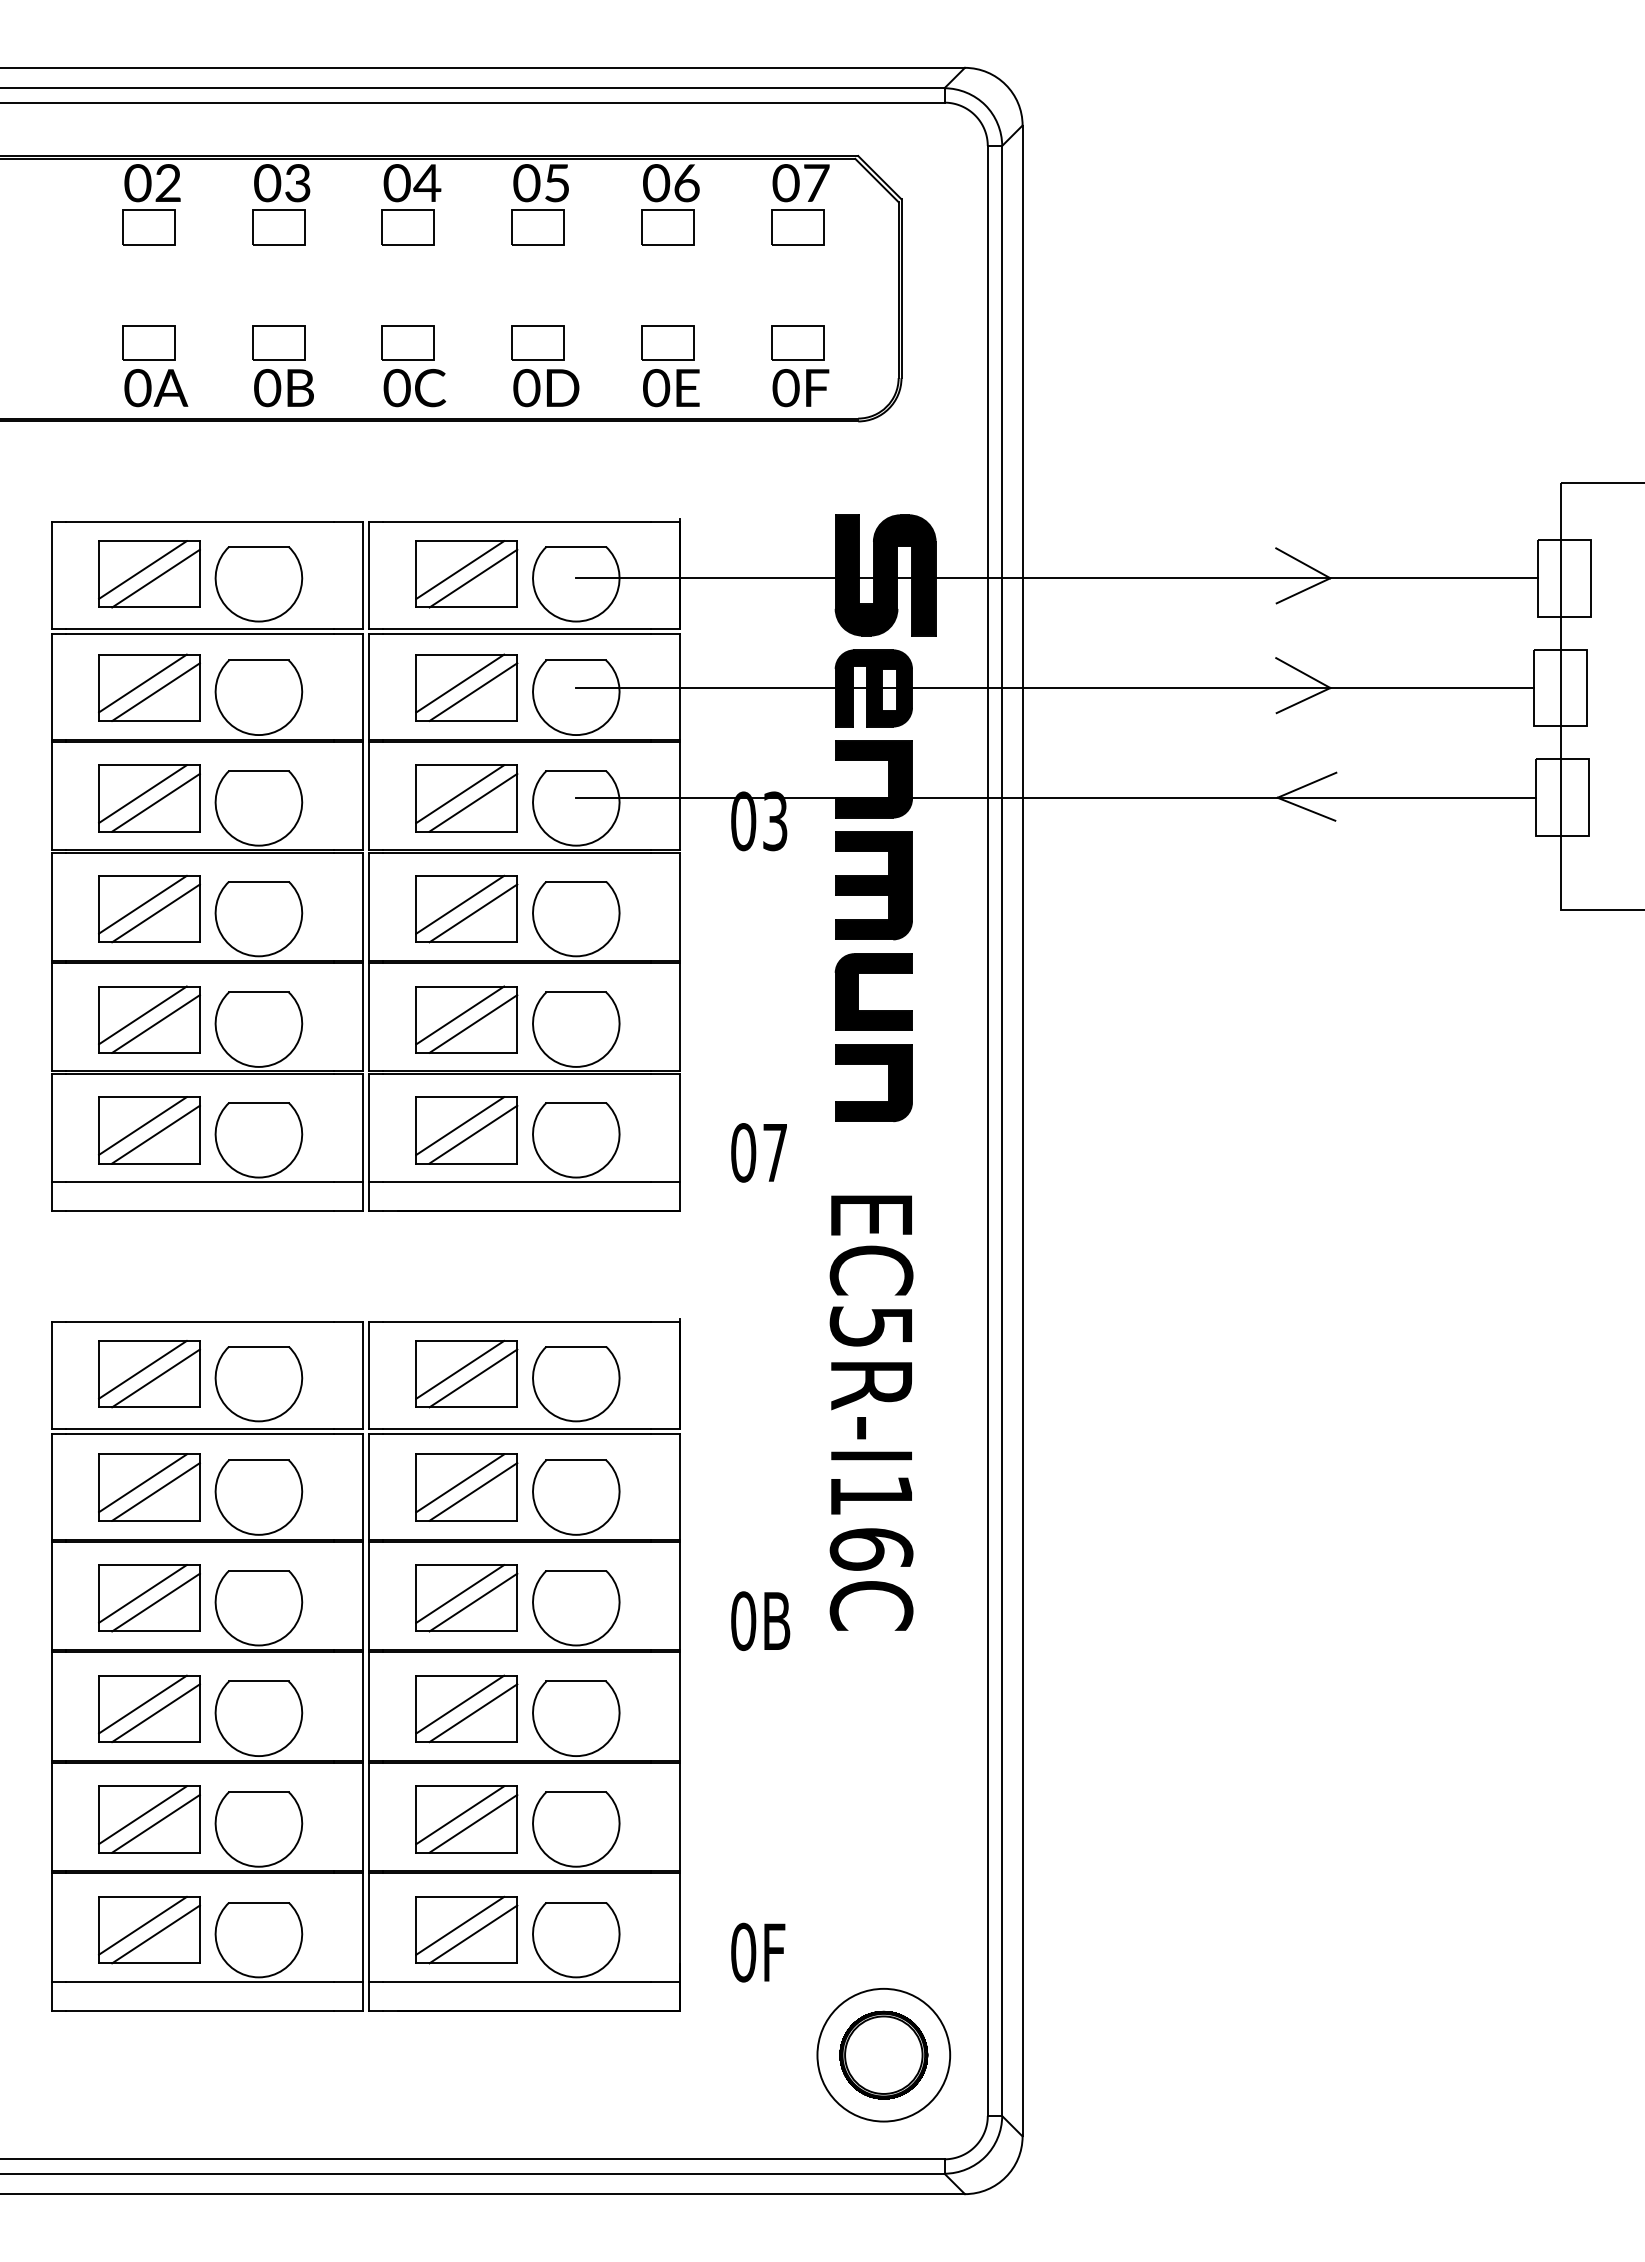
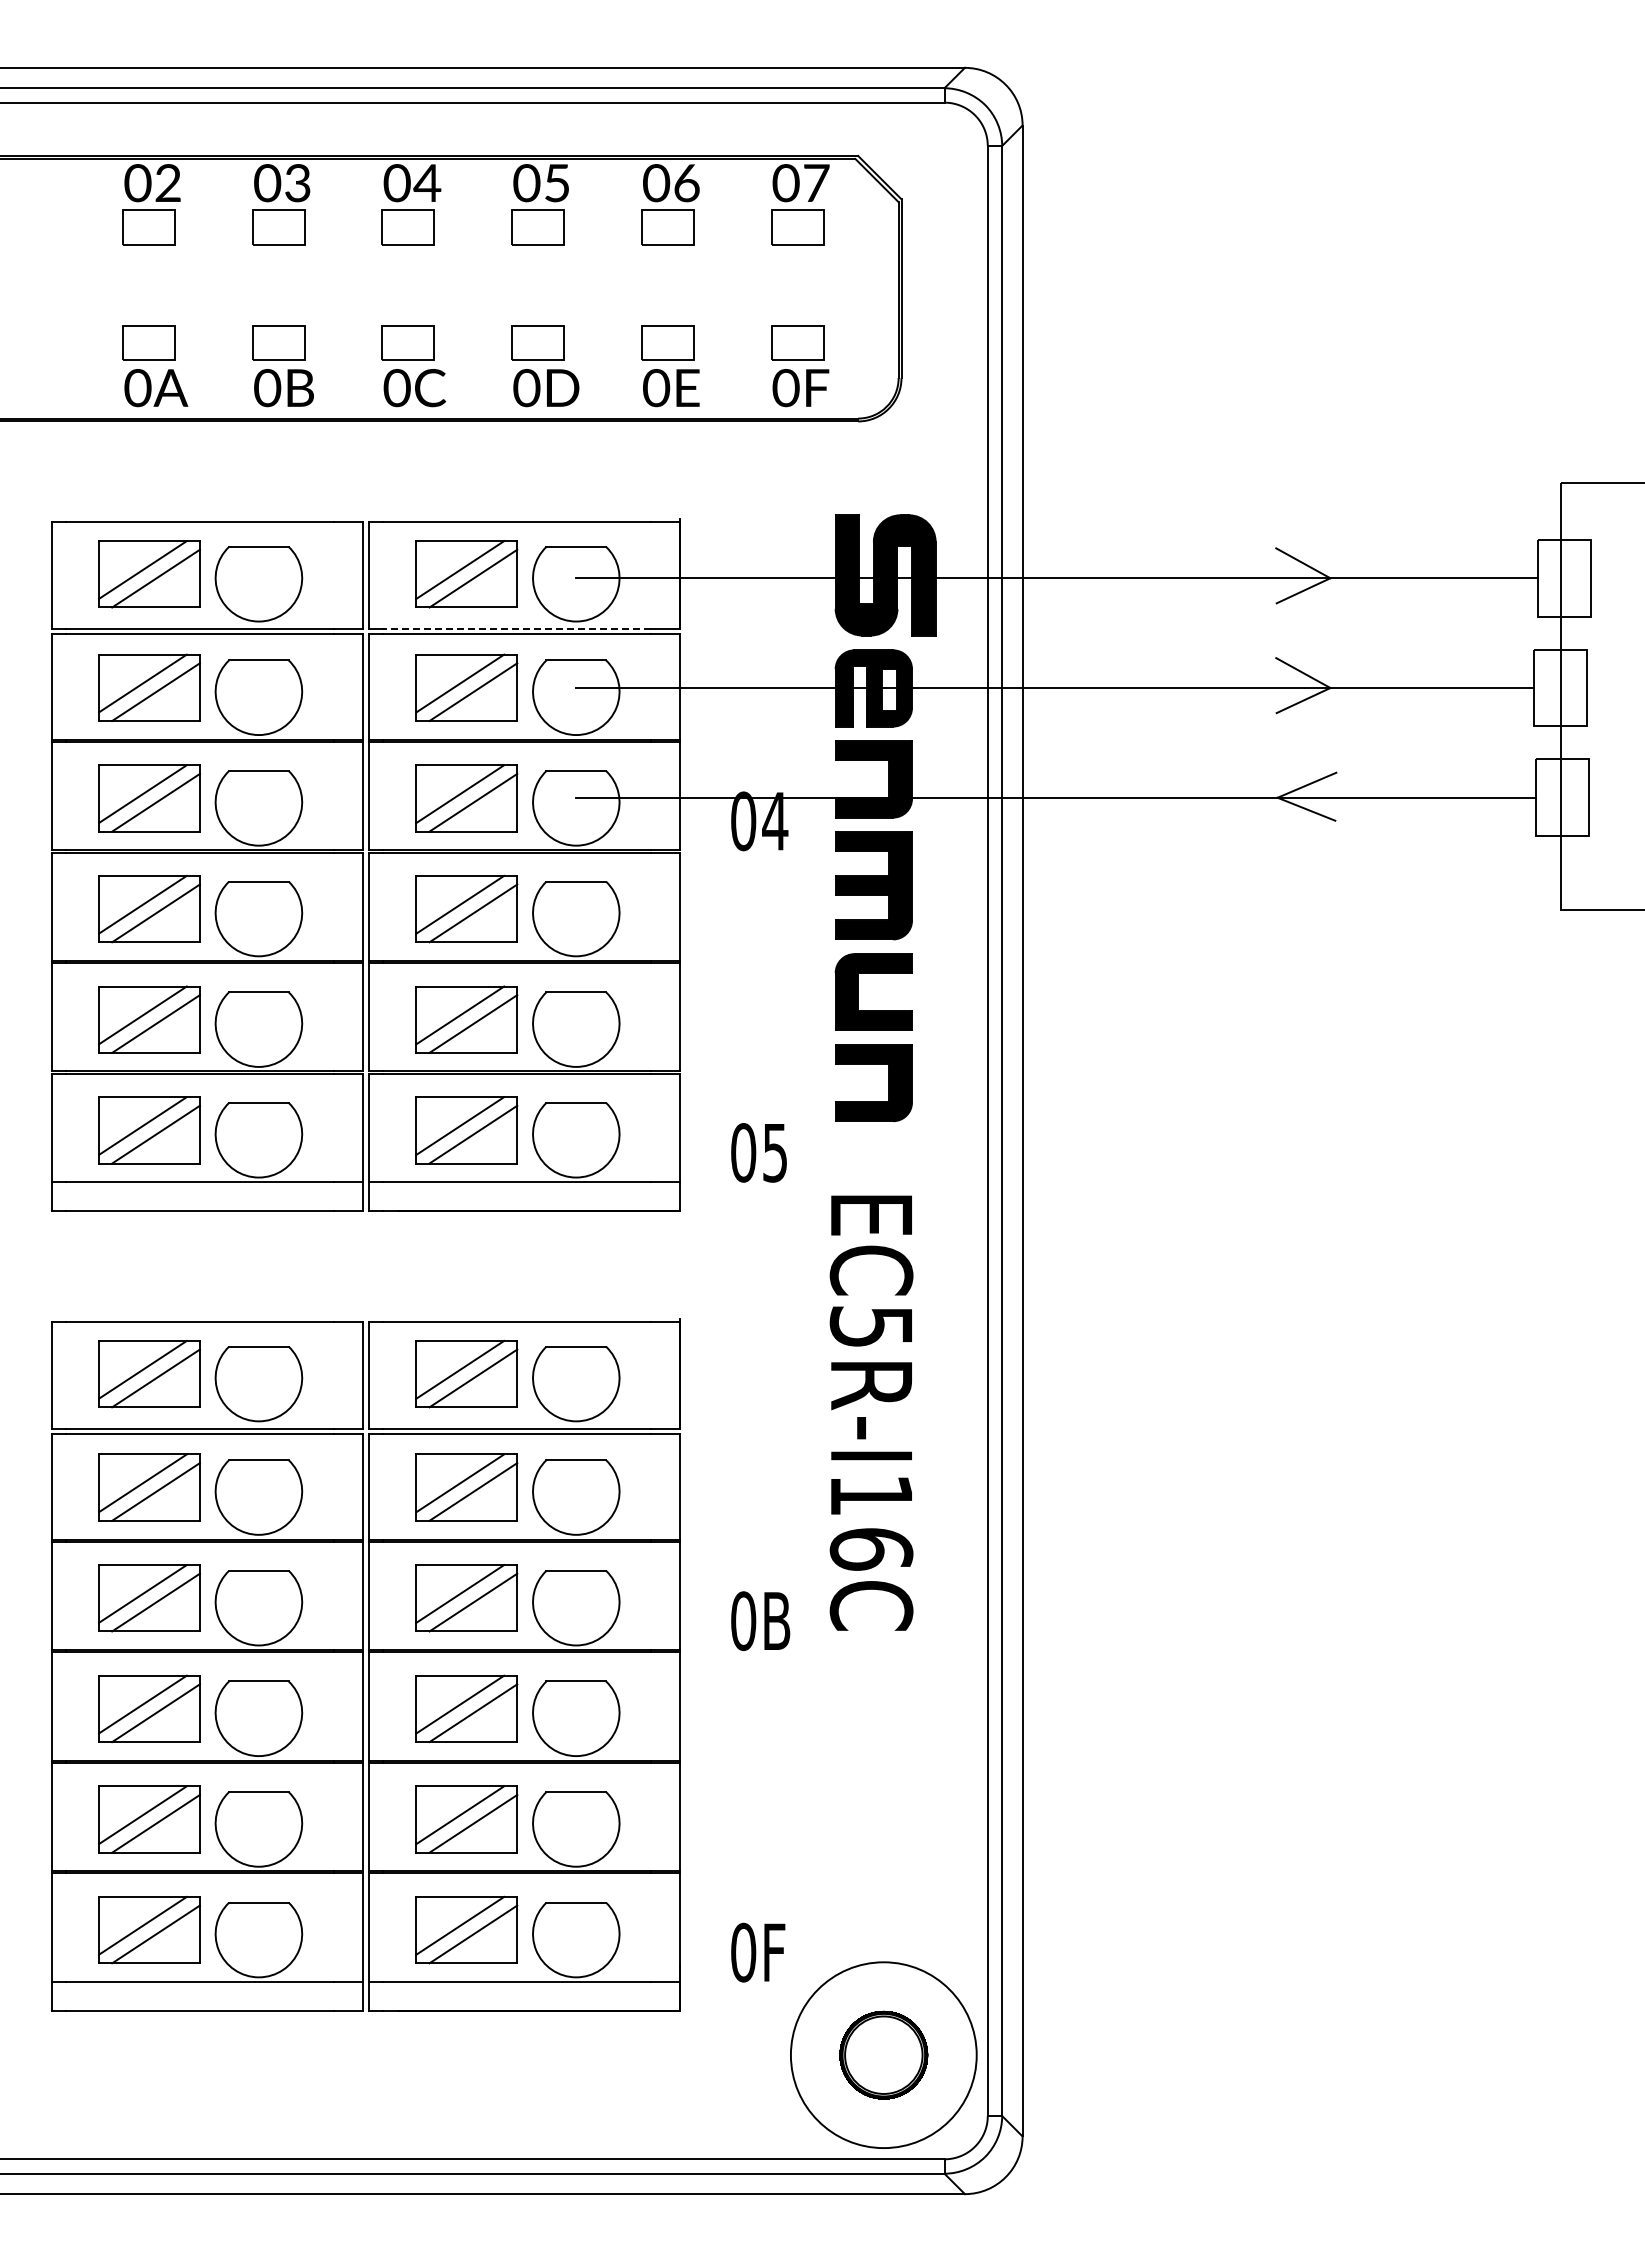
line at (517, 629): solid -> dashed
text at (775, 821): 03 -> 04
text at (774, 1153): 07 -> 05
circle at (883, 2054) diameter: 133 px -> 186 px
